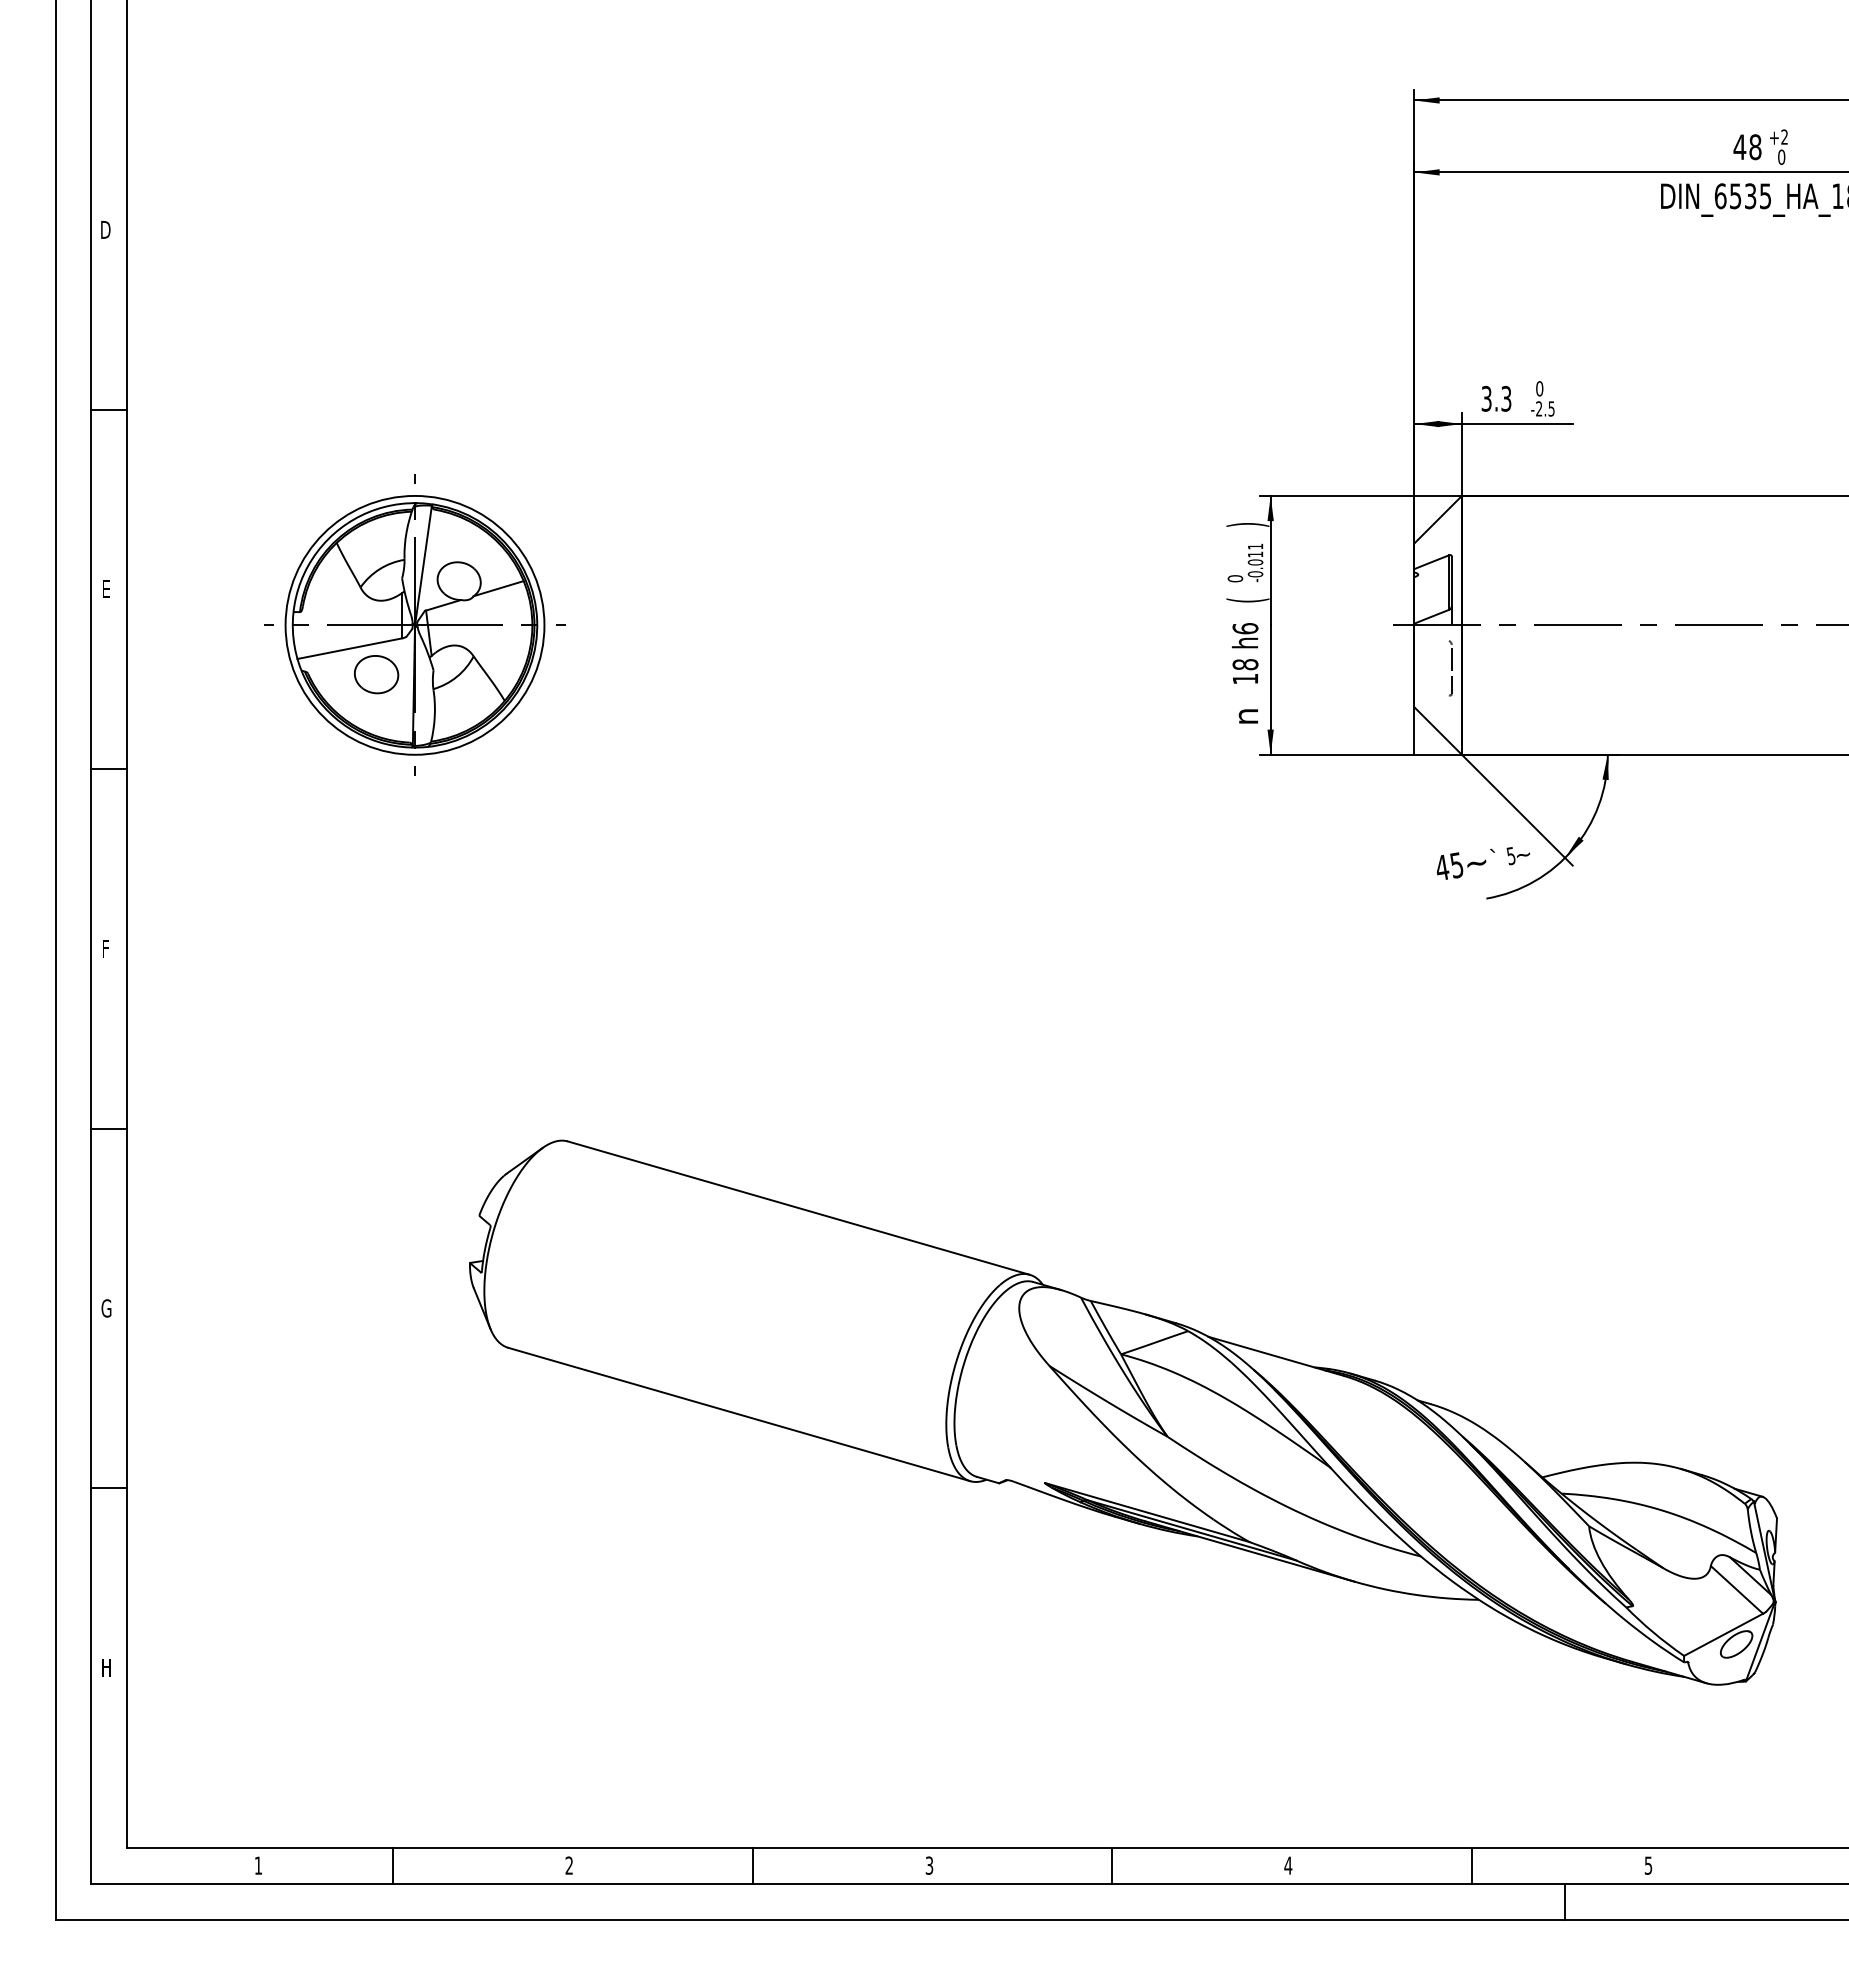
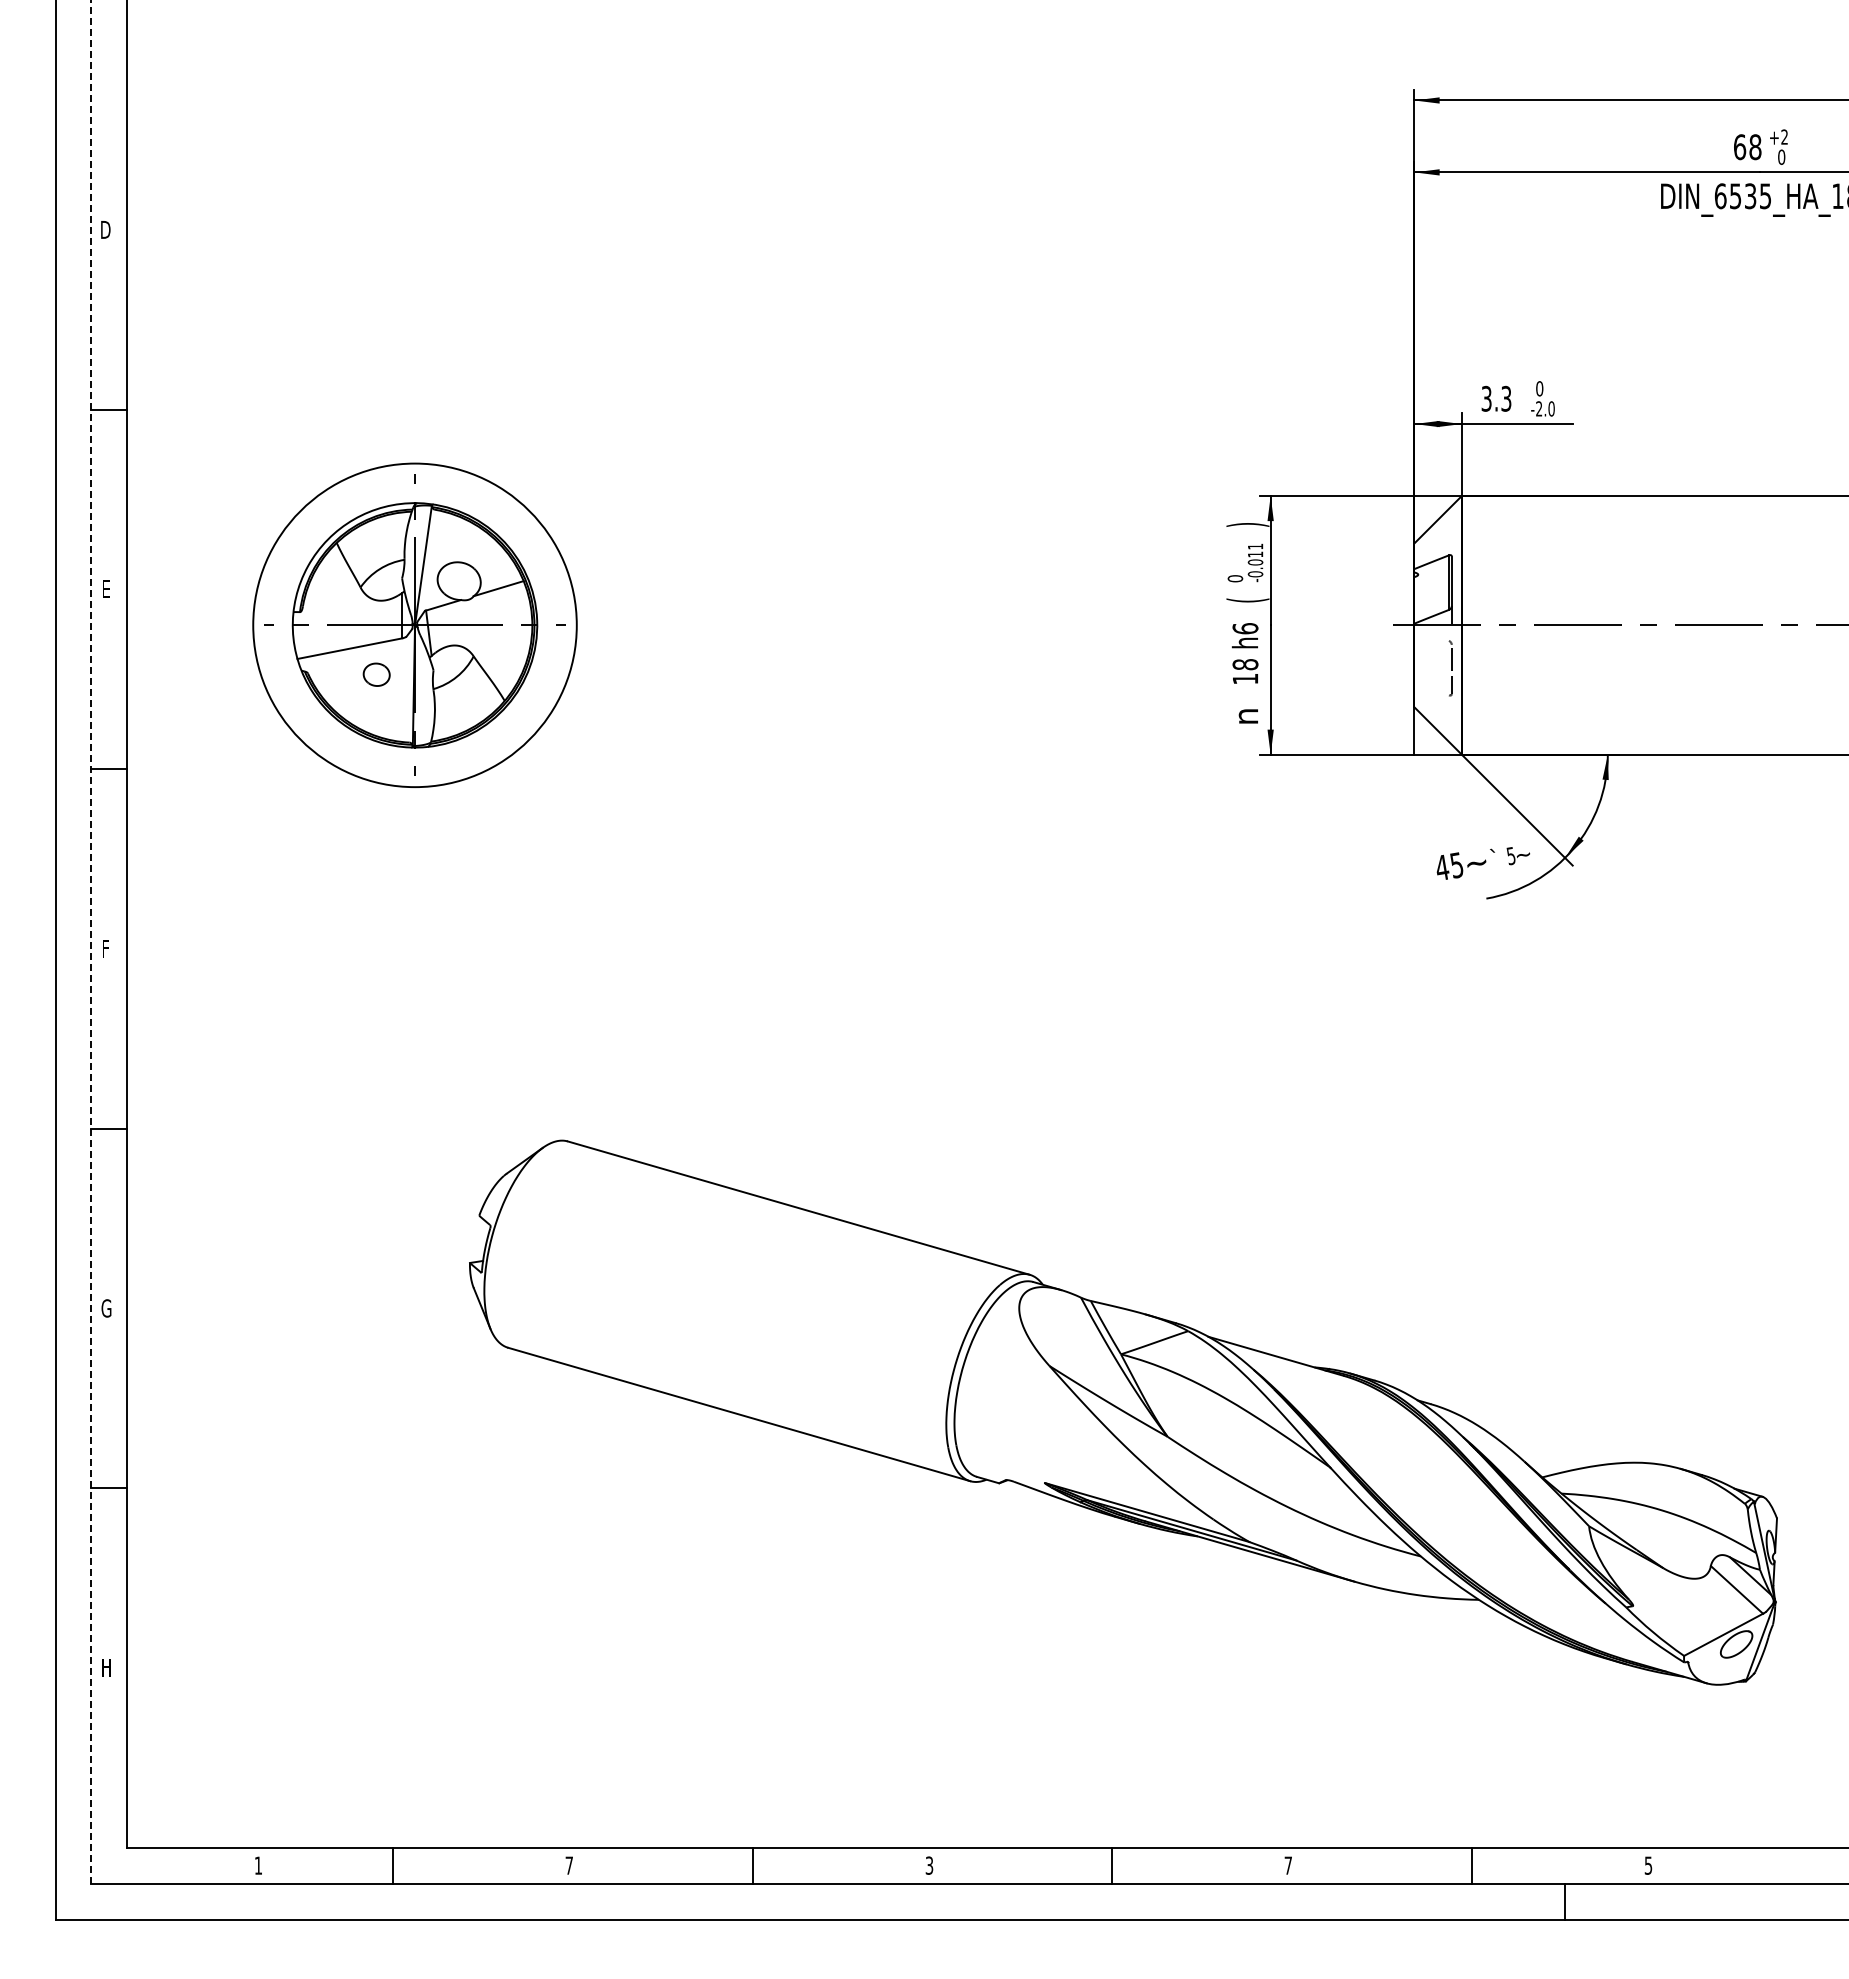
text at (1739, 147): 48 -> 68
text at (1551, 408): -2.5 -> -2.0
circle at (414, 624) diameter: 259 px -> 324 px
part at (376, 674) size: 46x40 px -> 29x25 px
line at (91, 941): solid -> dashed
text at (568, 1865): 2 -> 7
text at (1288, 1865): 4 -> 7
